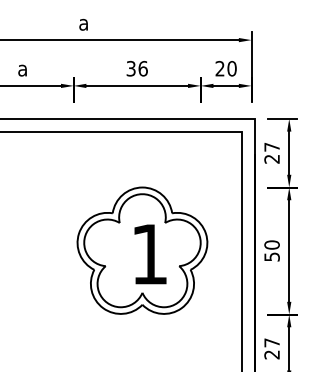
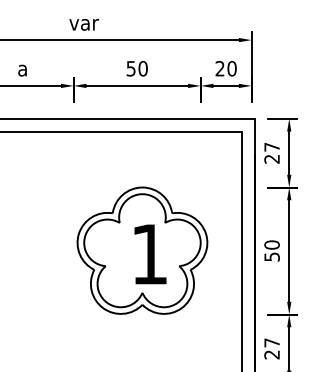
text at (83, 24): a -> var
text at (137, 68): 36 -> 50
